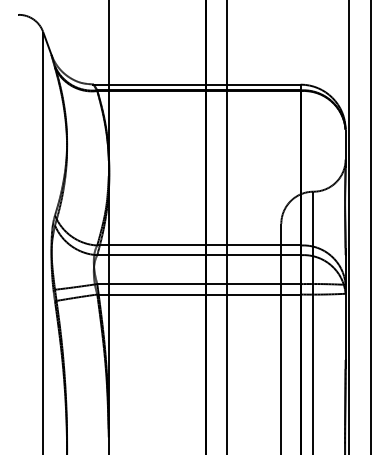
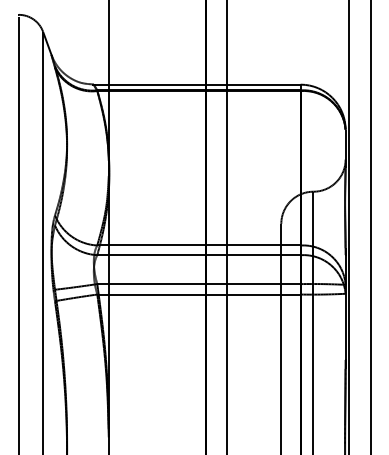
line at (18, 234): none -> present
